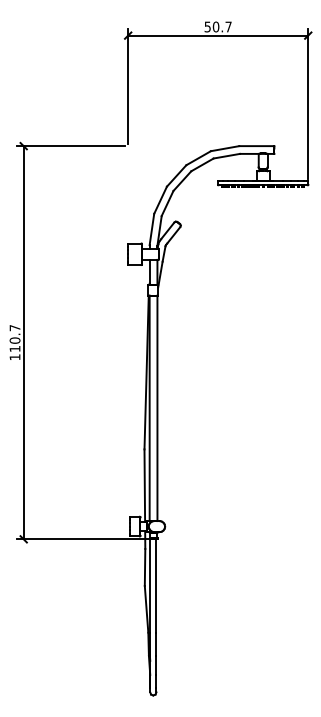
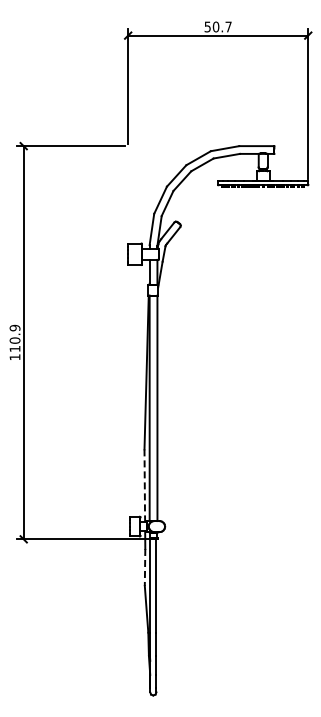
text at (14, 327): 110.7 -> 110.9
line at (144, 486): solid -> dashed
line at (145, 567): solid -> dashed
